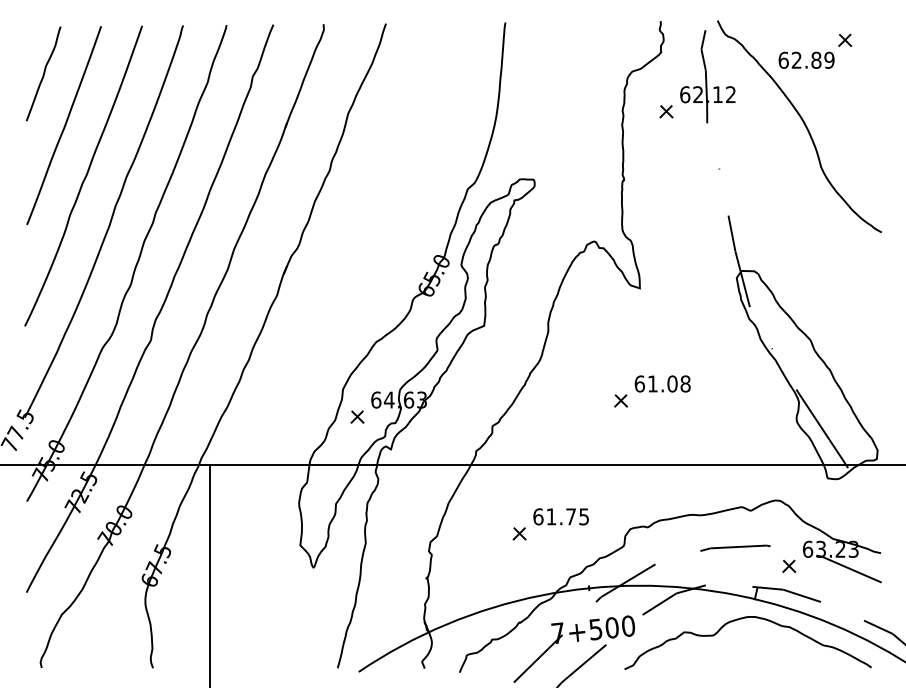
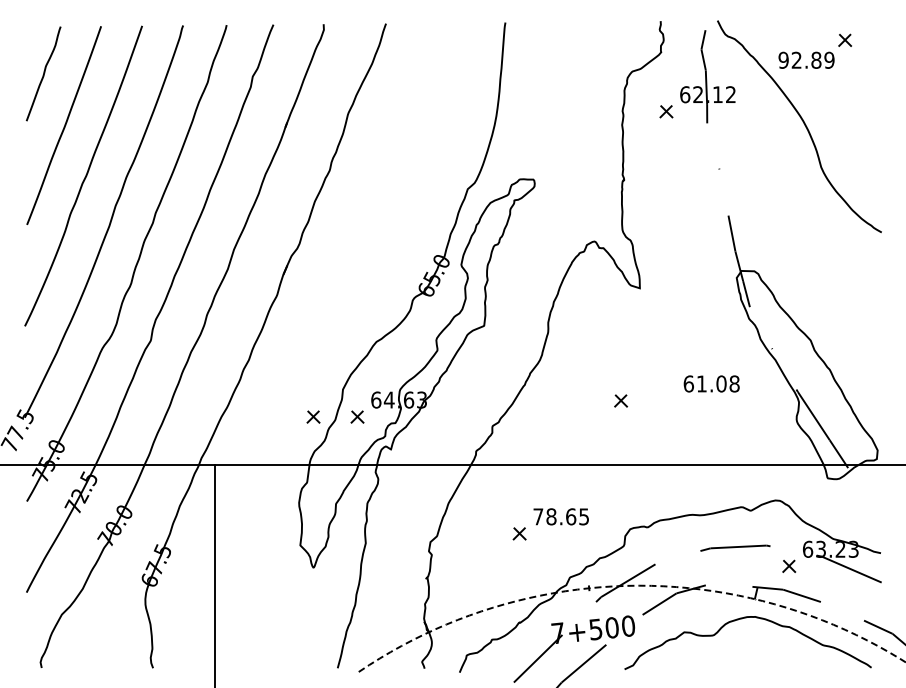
text at (783, 59): 62.89 -> 92.89
text at (662, 383) position: (662, 383) -> (711, 383)
part at (313, 416): none -> present
text at (554, 516): 61.75 -> 78.65
line at (210, 574) position: (210, 574) -> (215, 574)
line at (630, 585): solid -> dashed
